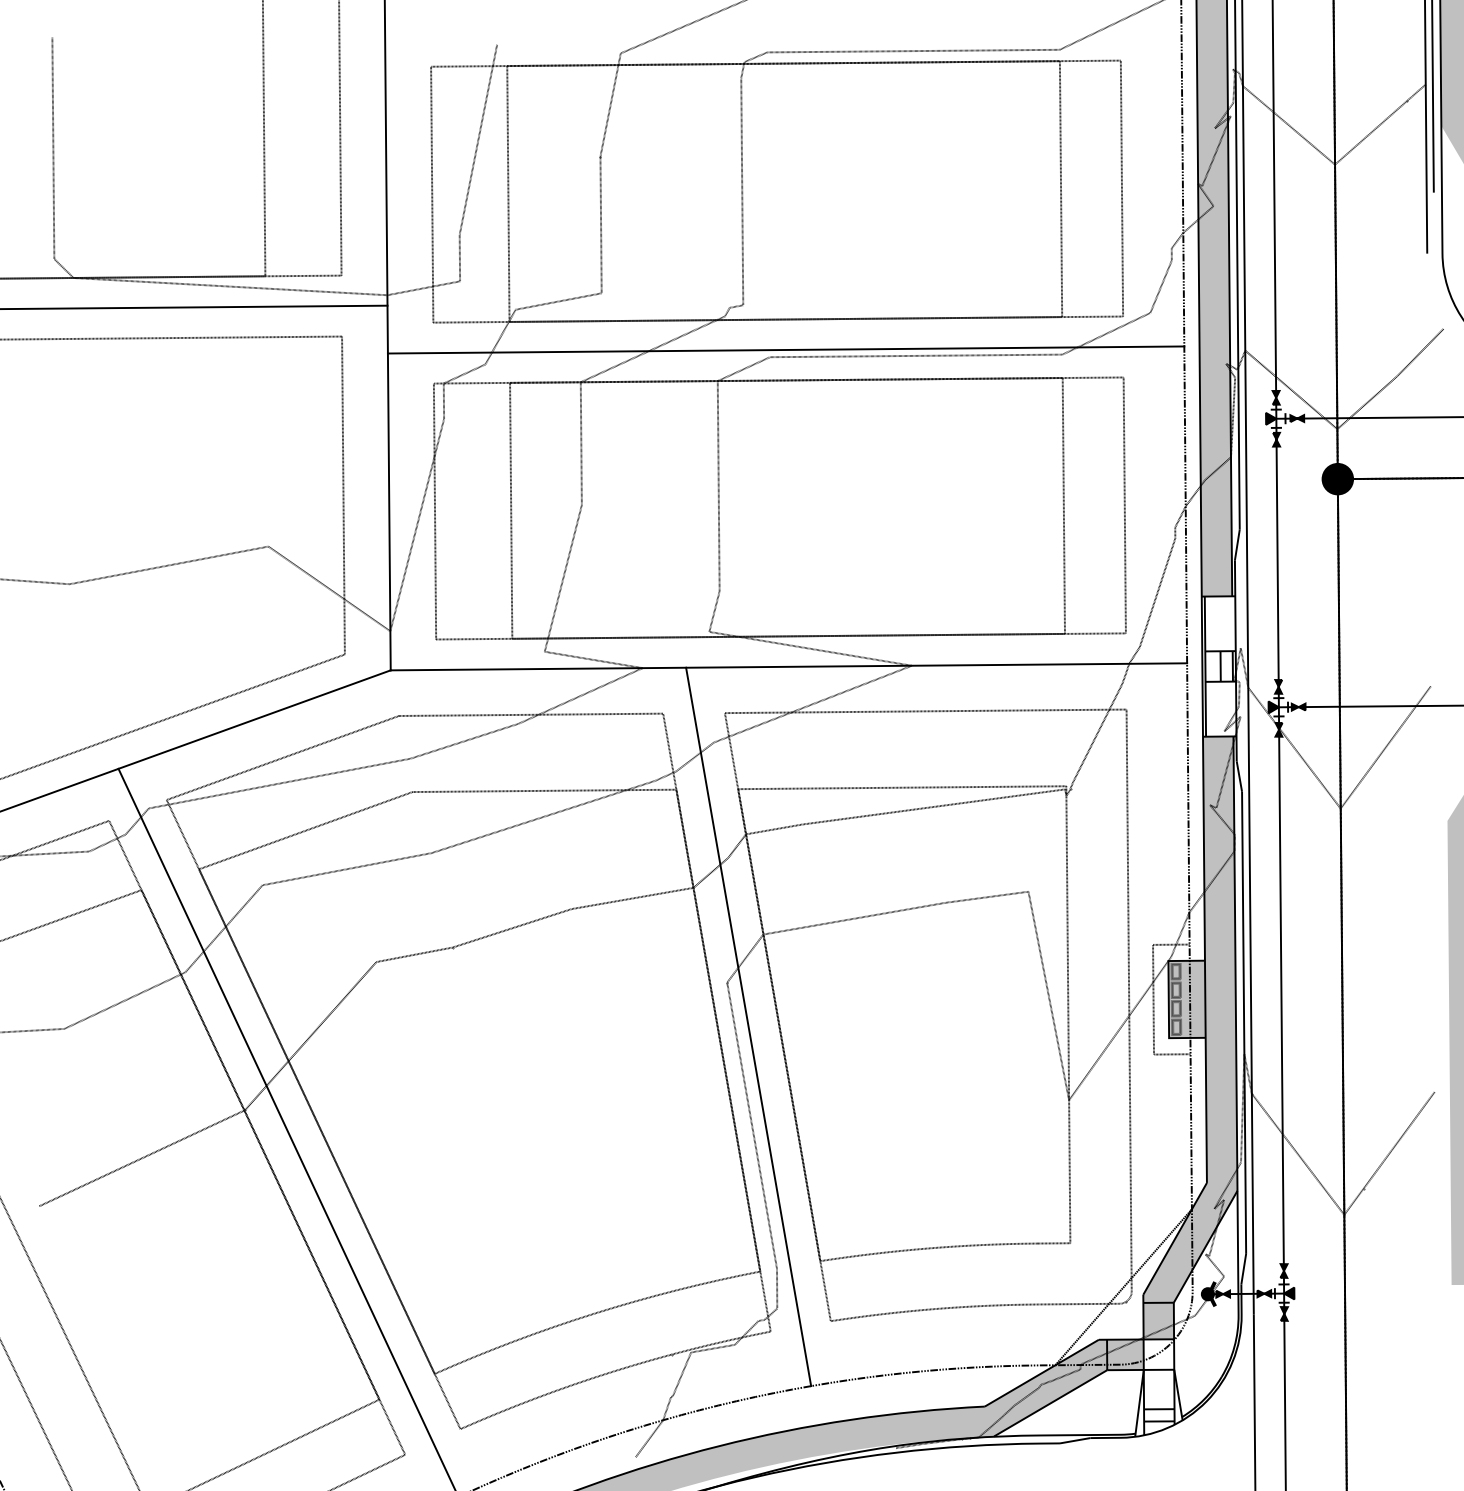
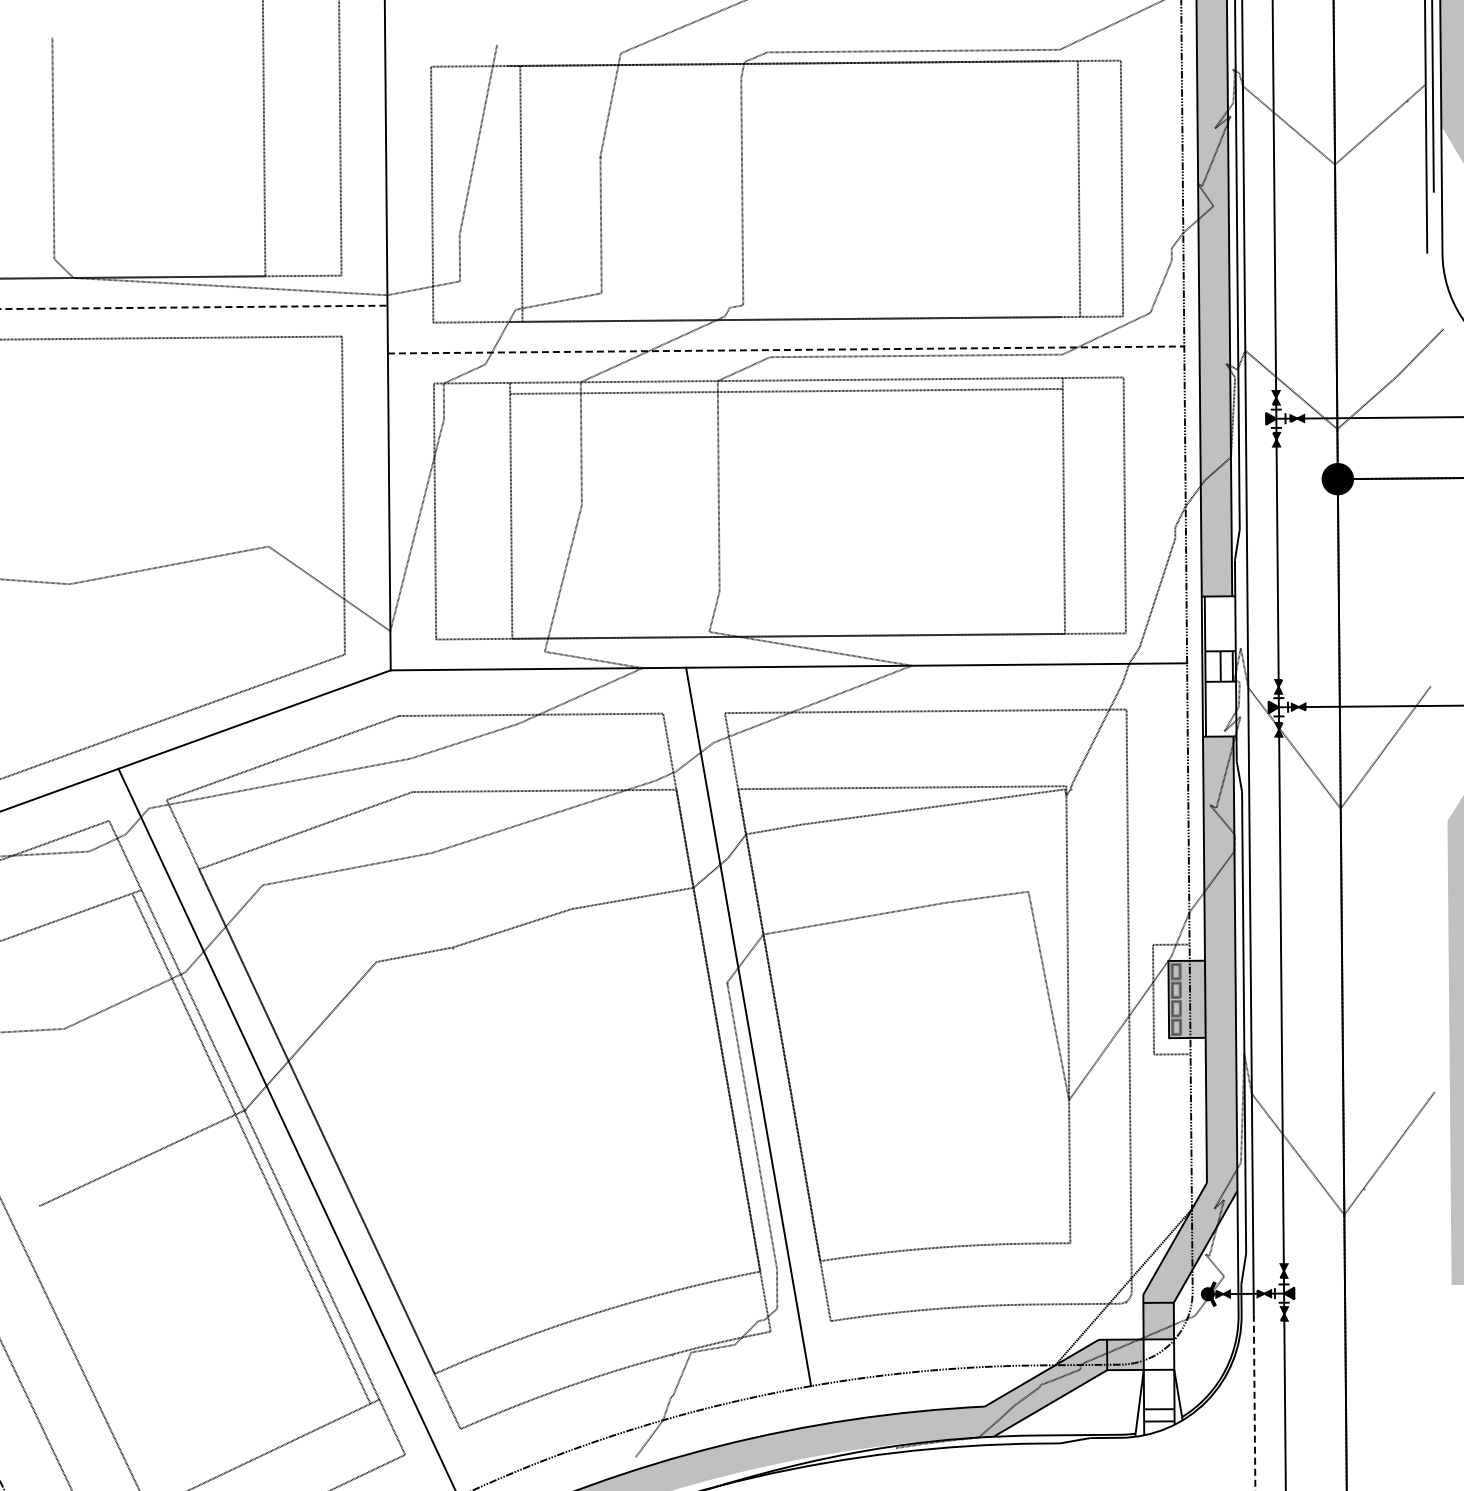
line at (1060, 189) position: (1060, 189) -> (1078, 189)
line at (508, 193) position: (508, 193) -> (521, 193)
line at (194, 307): solid -> dashed
line at (786, 349): solid -> dashed
line at (786, 380) position: (786, 380) -> (786, 391)
line at (260, 1144) position: (260, 1144) -> (251, 1148)
line at (1254, 1402): solid -> dashed
